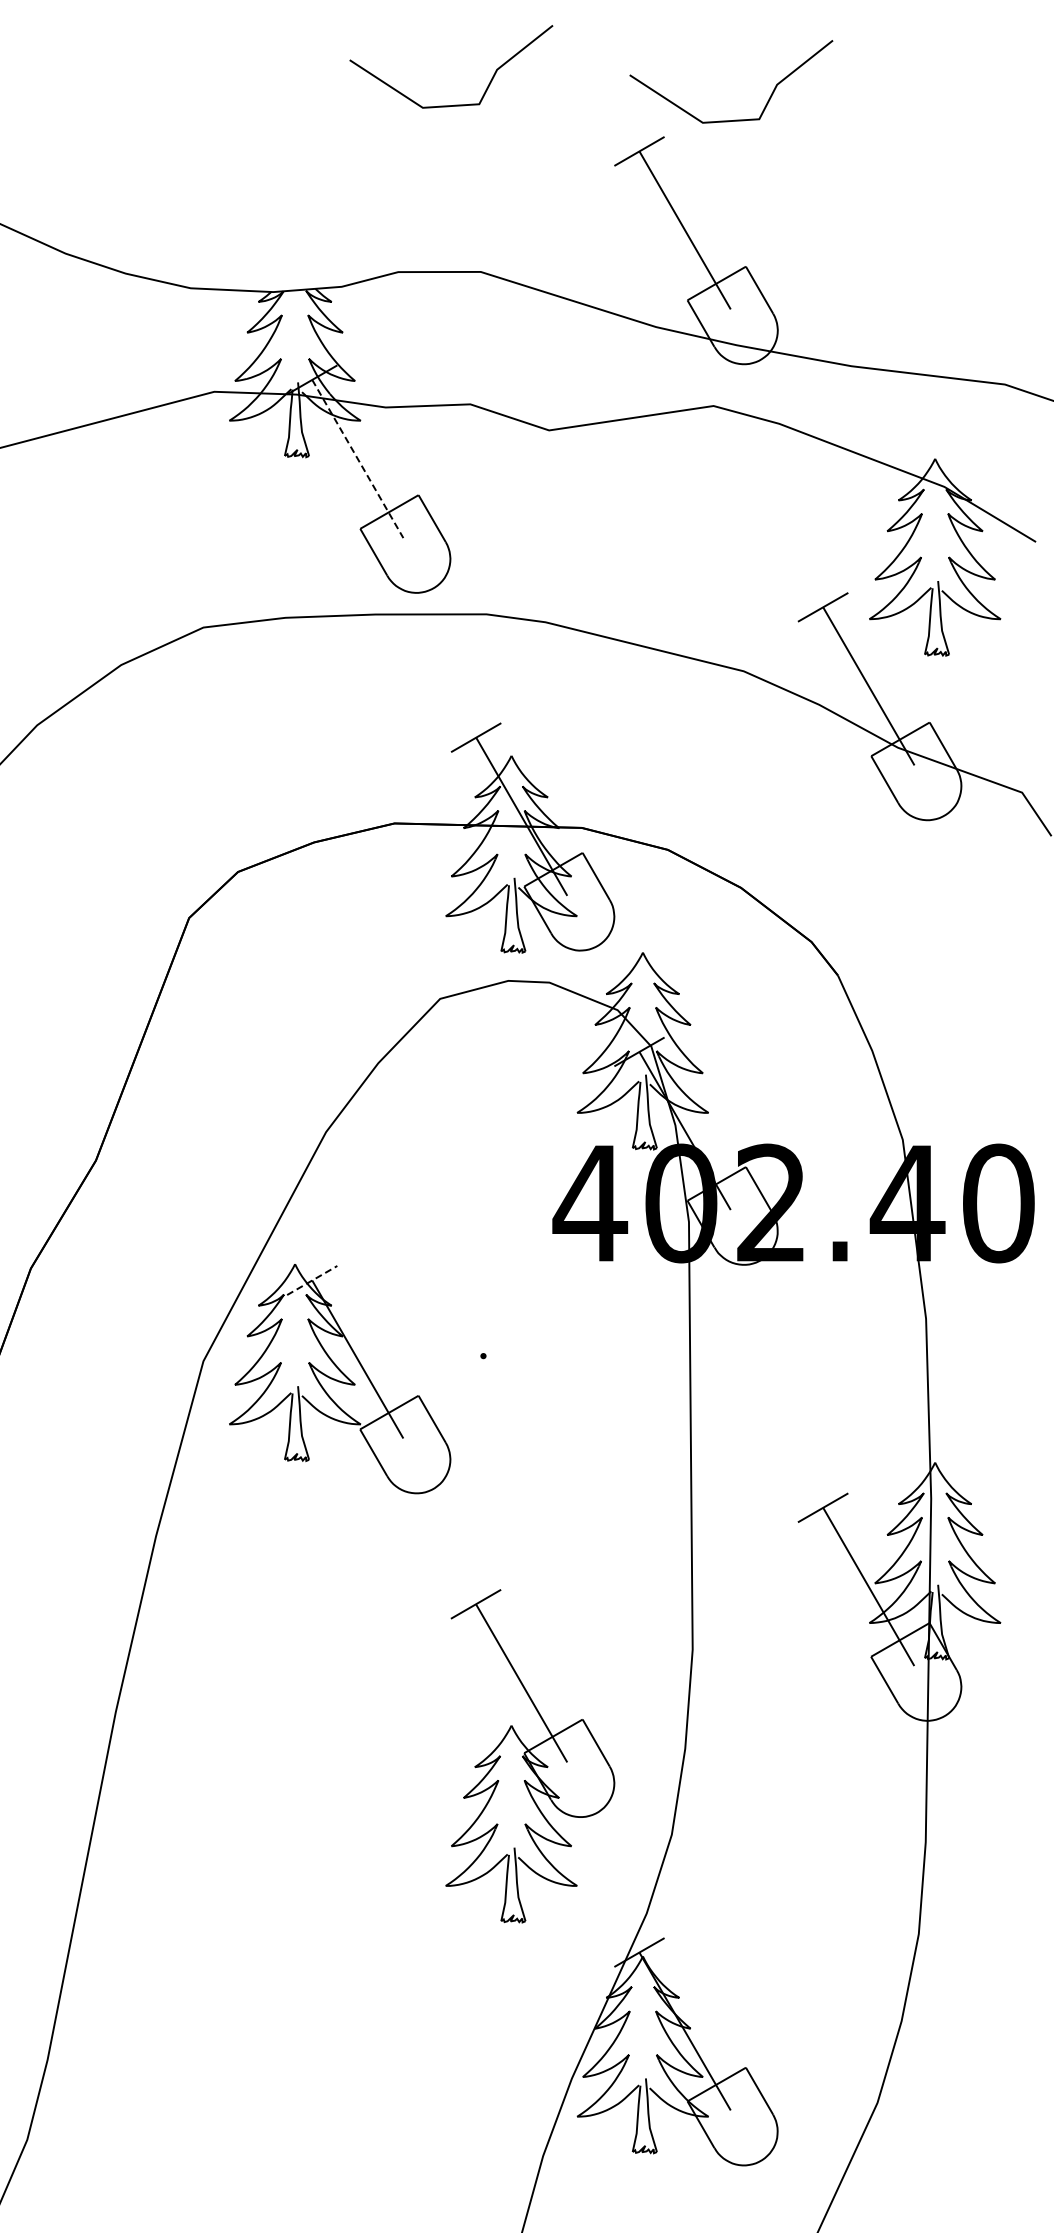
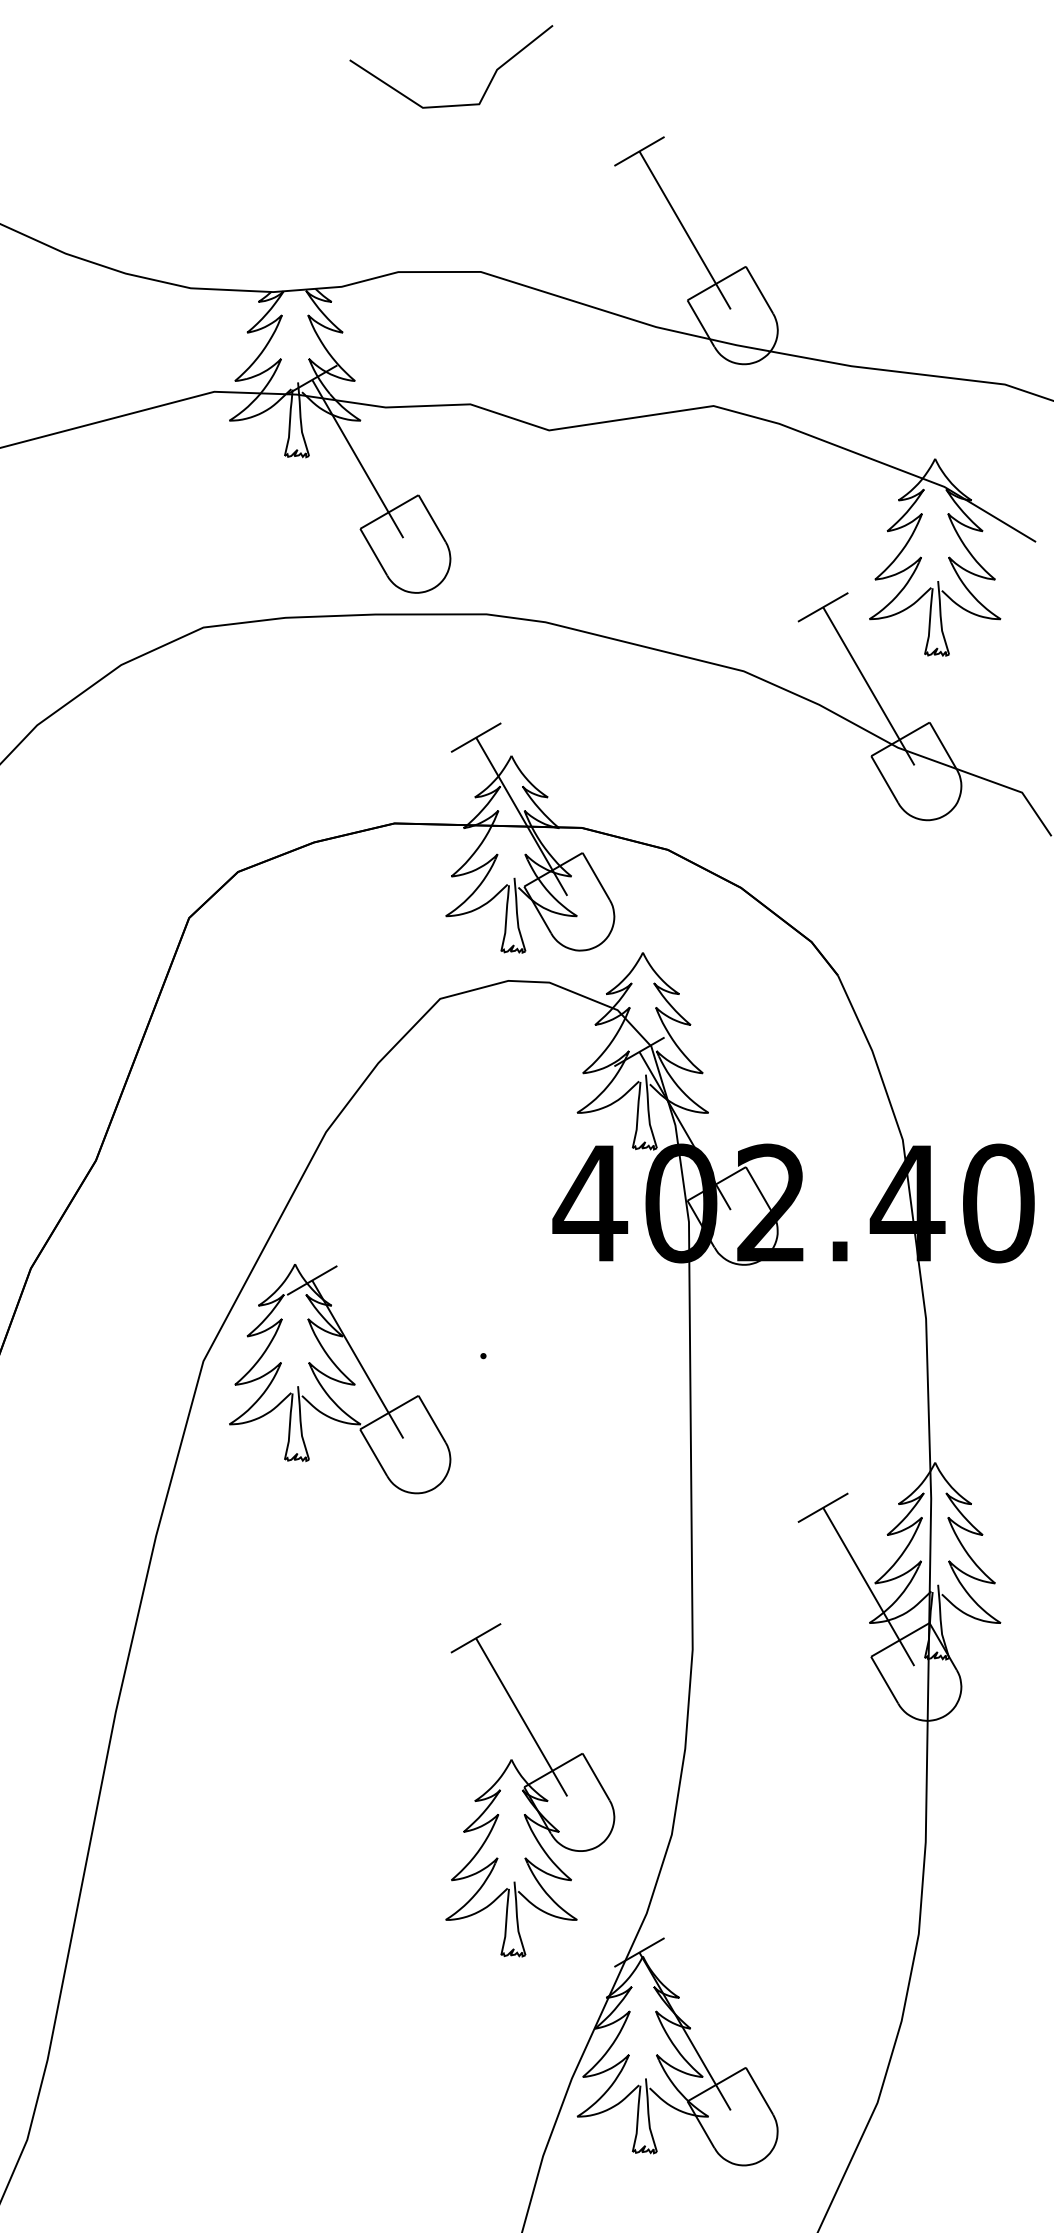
line at (734, 119): present -> none
line at (358, 459): dashed -> solid
line at (312, 1280): dashed -> solid
part at (530, 1756) position: (530, 1756) -> (530, 1790)
